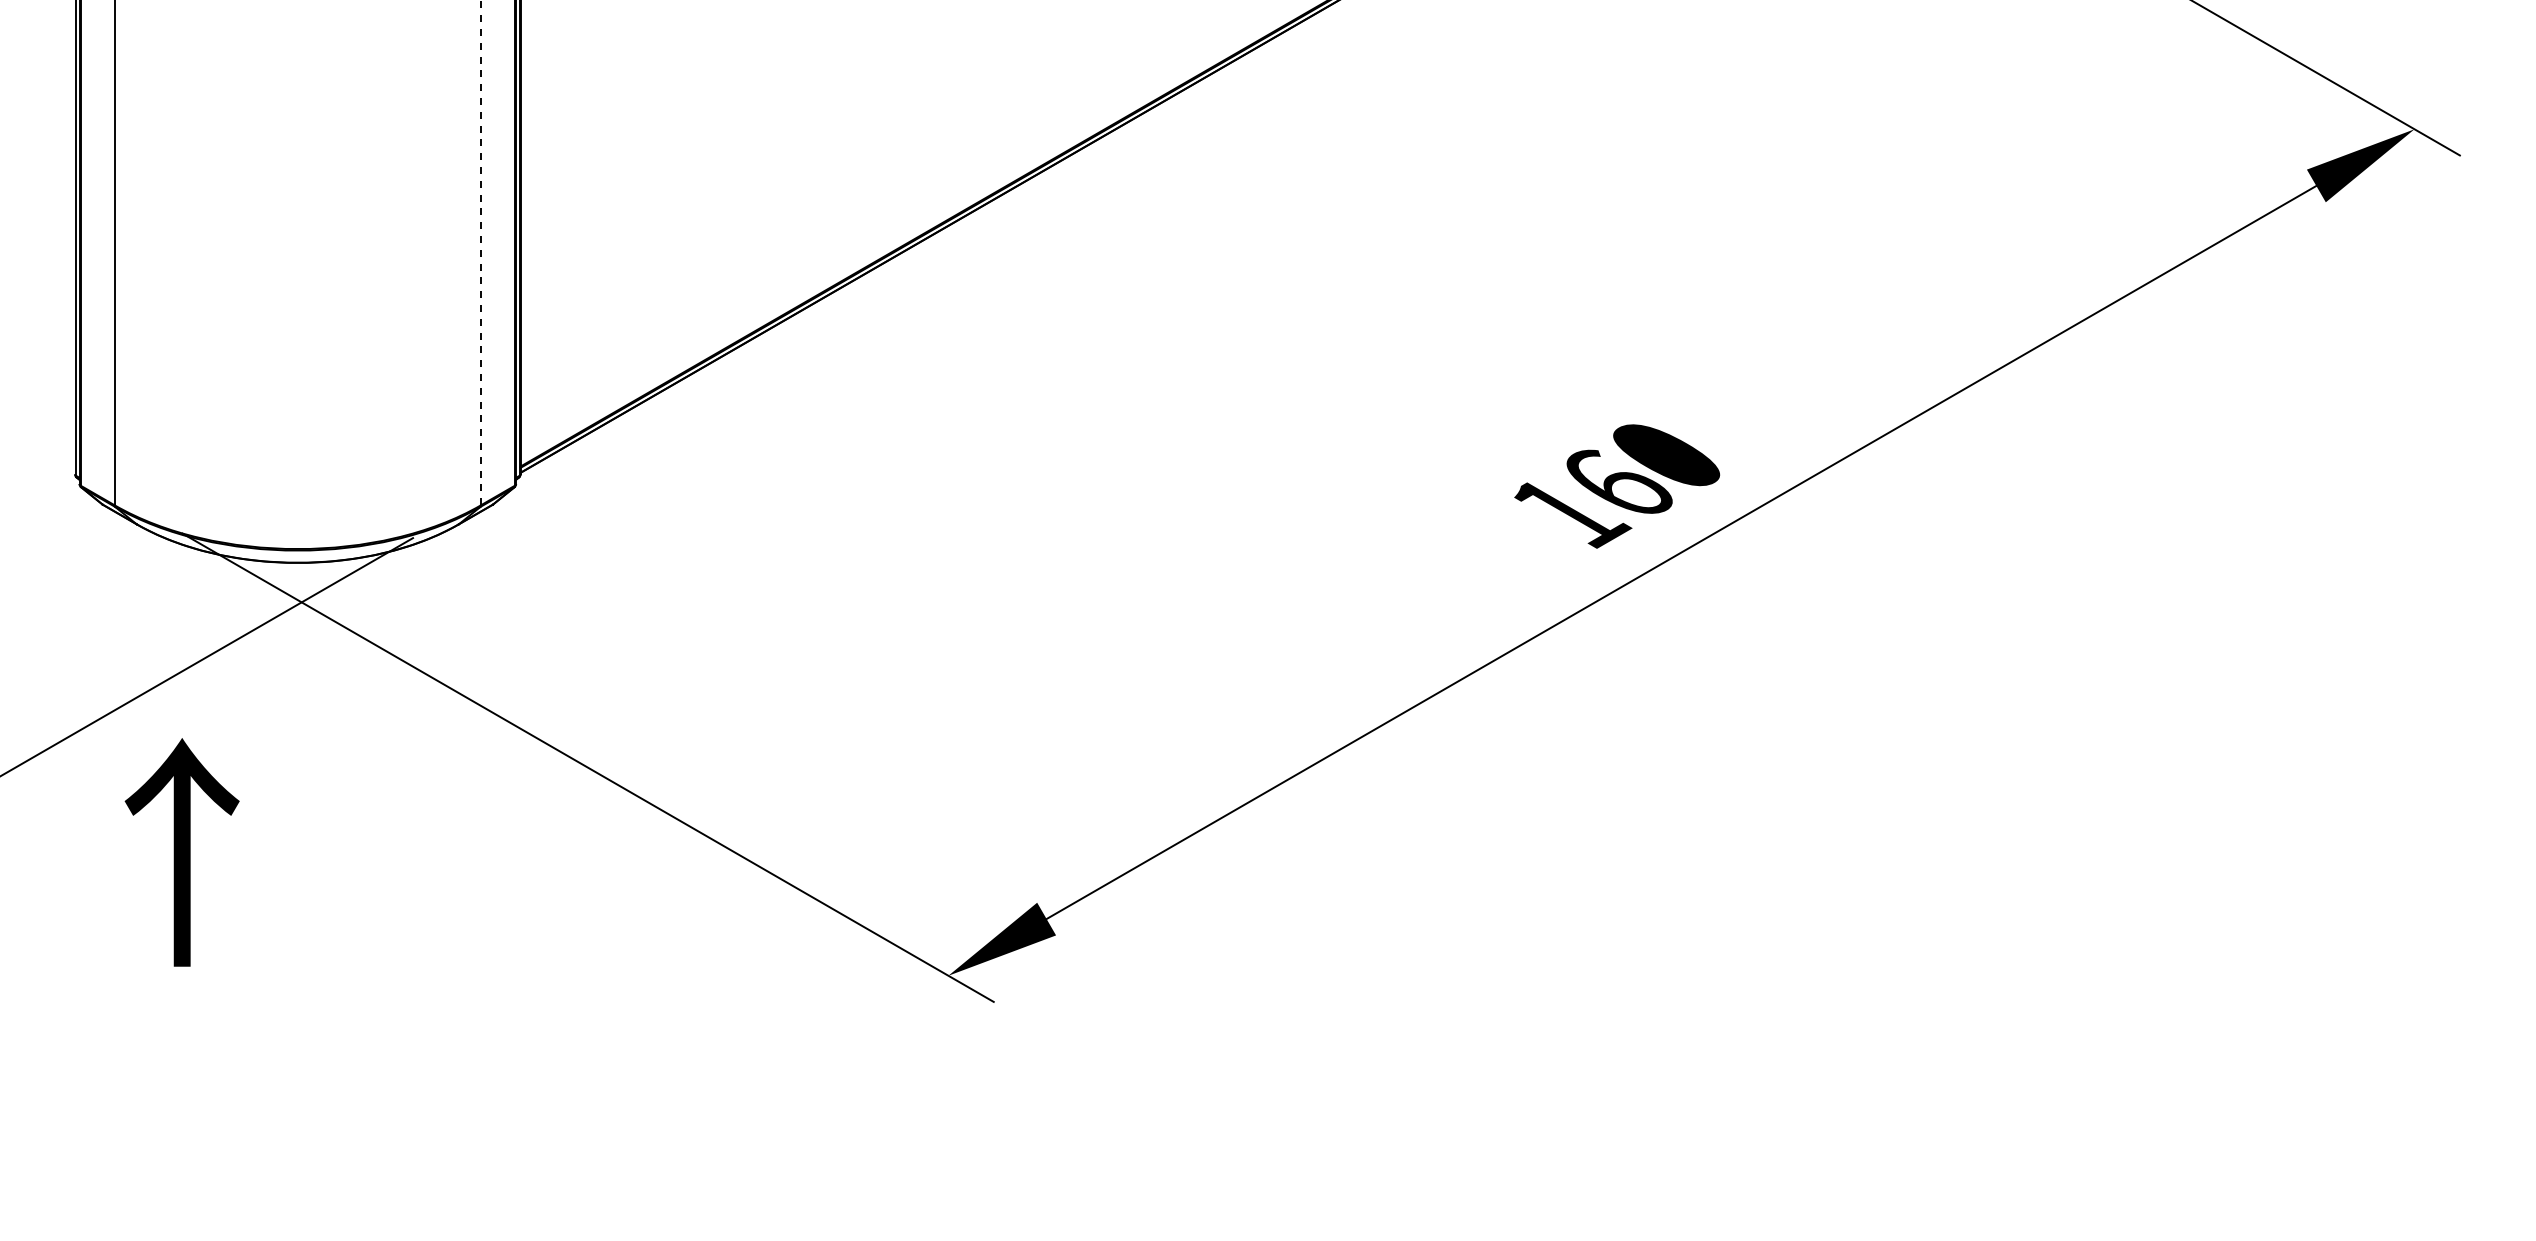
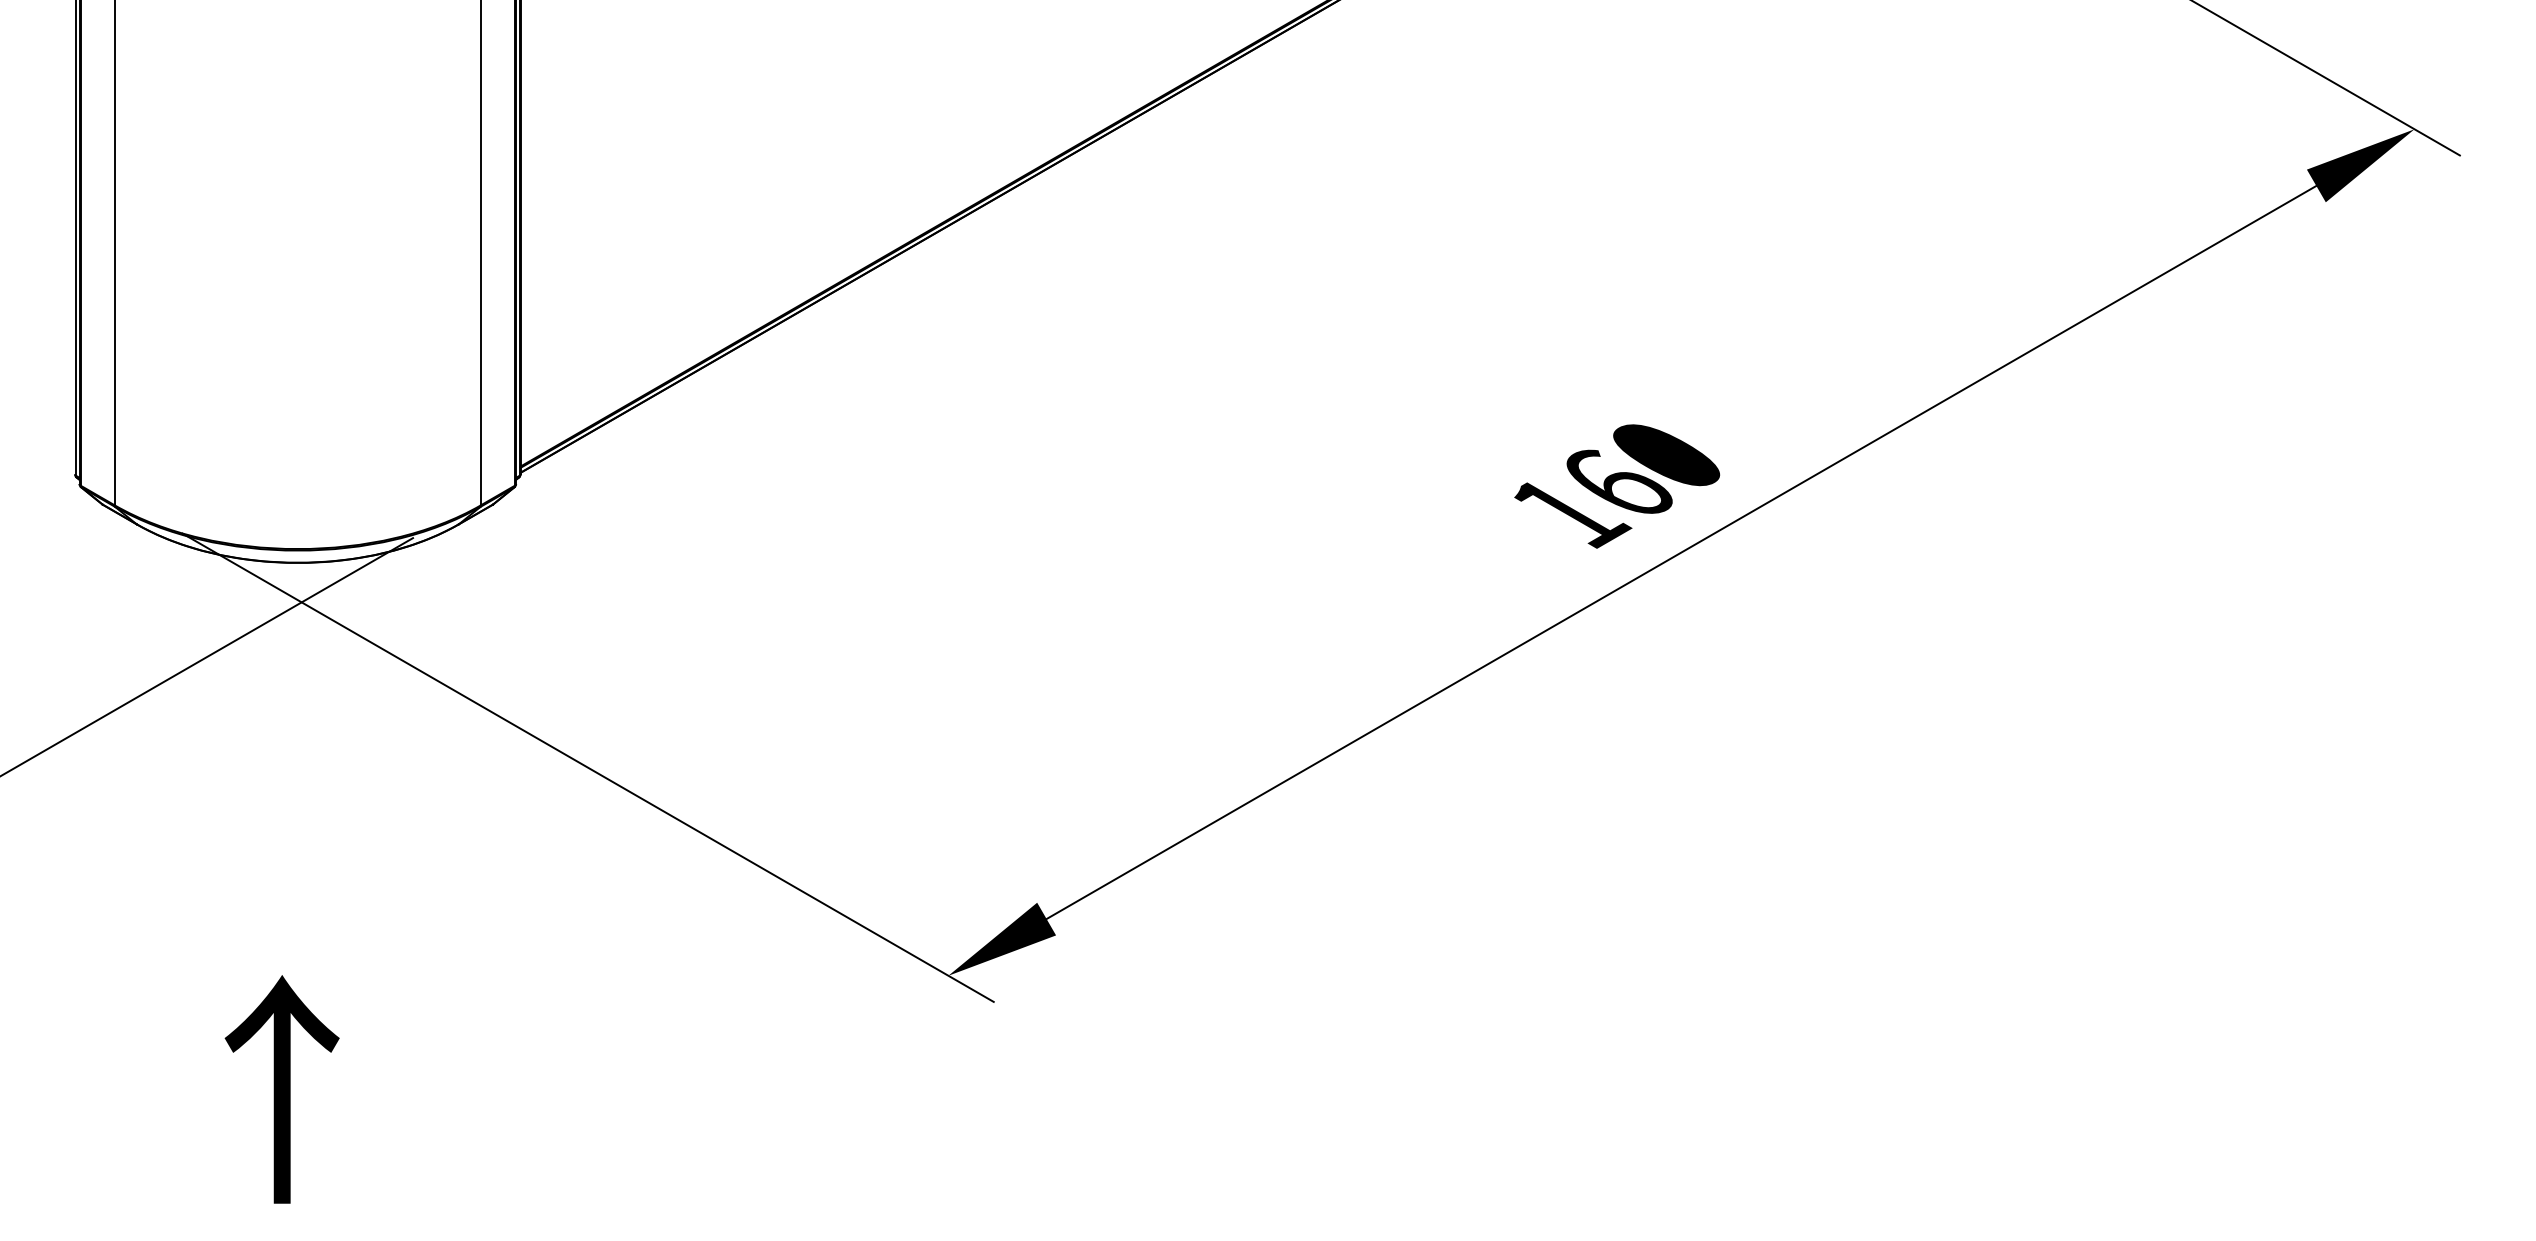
line at (481, 252): dashed -> solid
text at (181, 852) position: (181, 852) -> (281, 1089)
